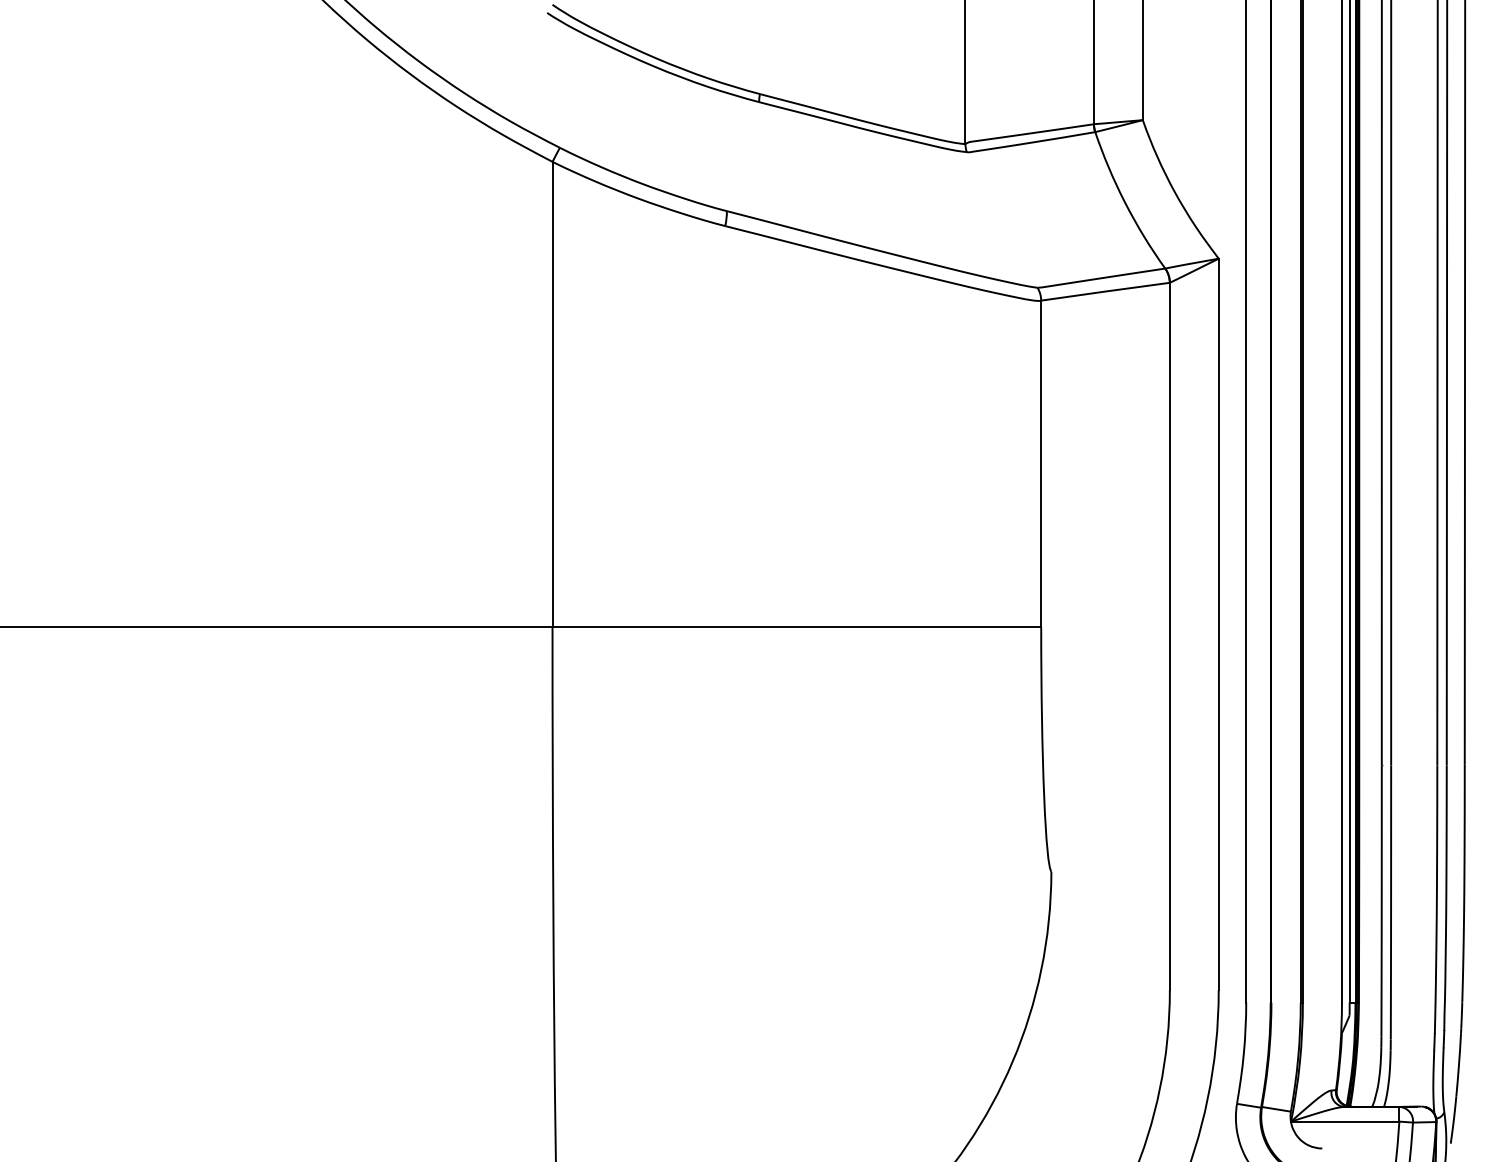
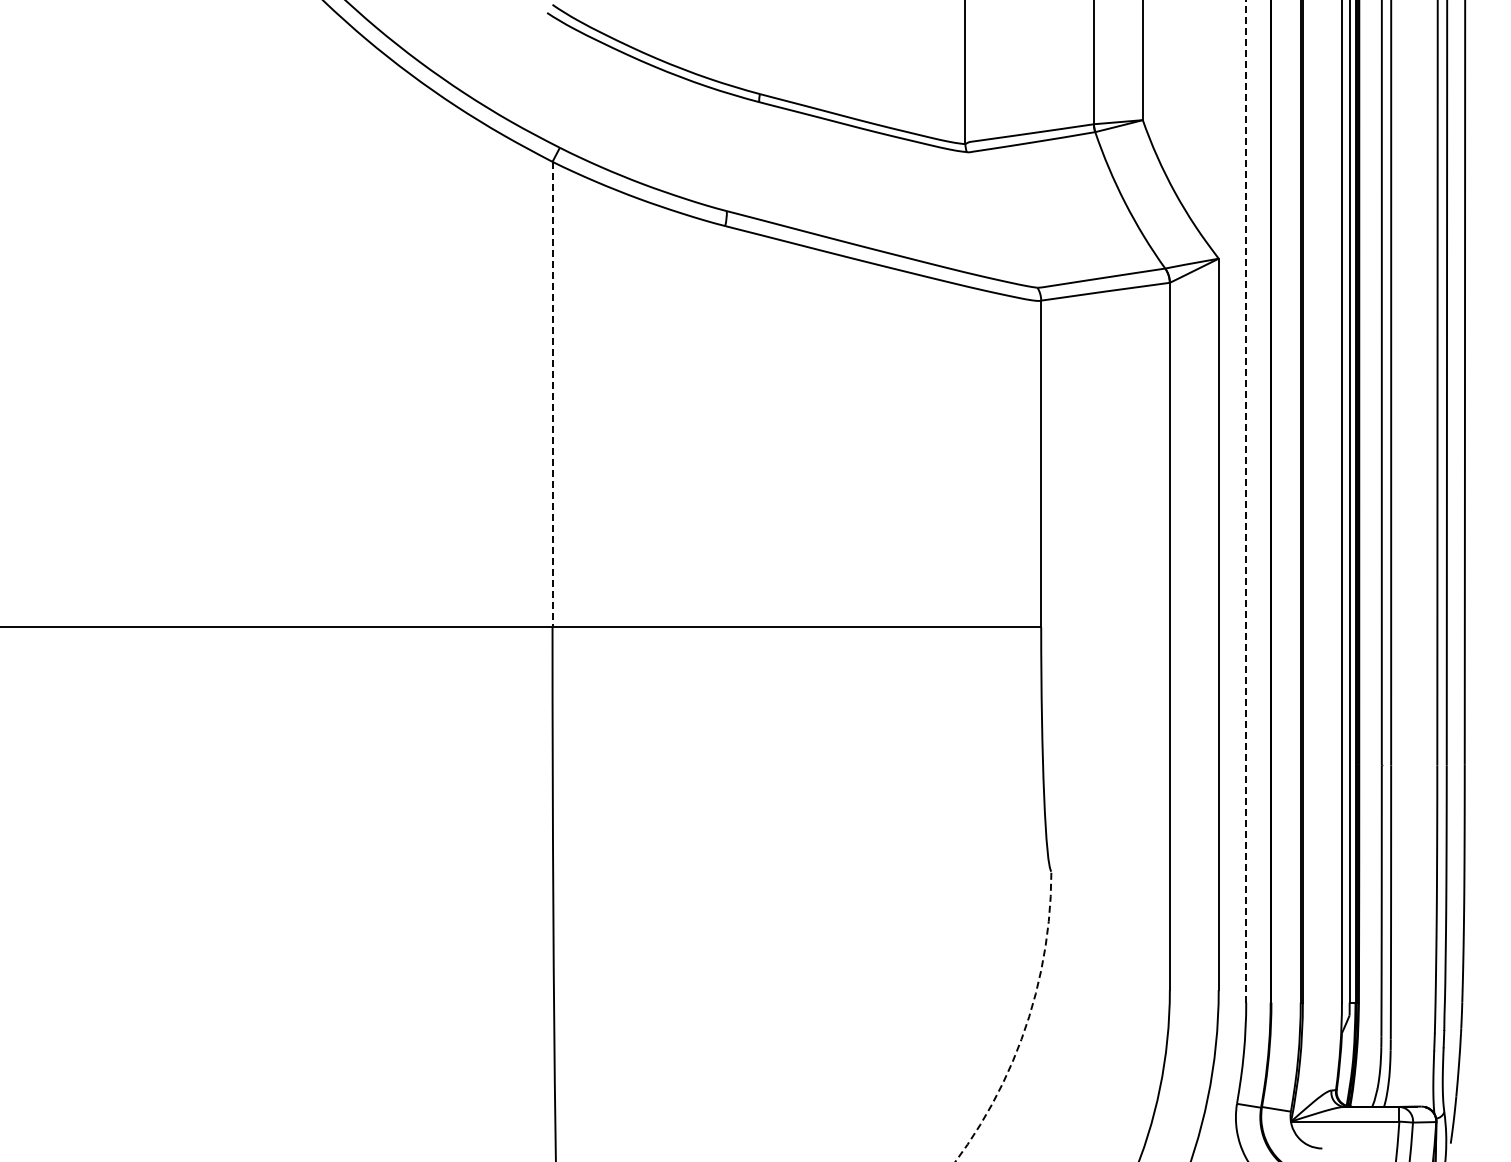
line at (552, 394): solid -> dashed
line at (1246, 501): solid -> dashed
arc at (1026, 1023): solid -> dashed
